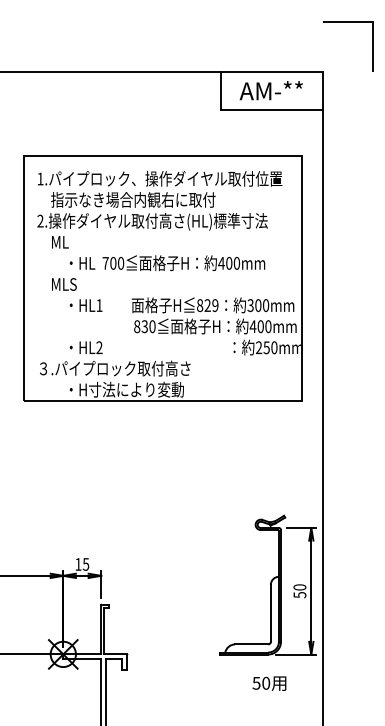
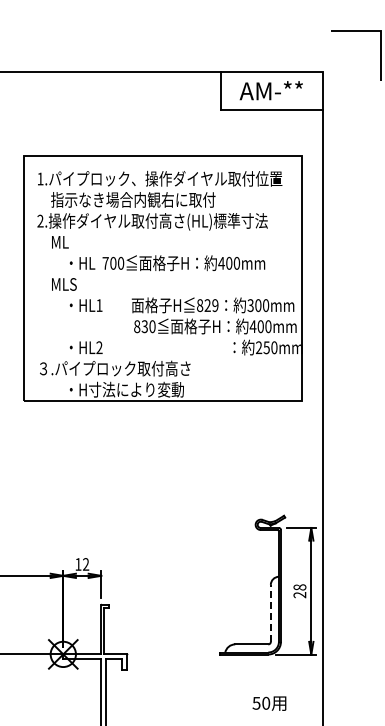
line at (348, 22) position: (348, 22) -> (356, 31)
text at (85, 564): 15 -> 12
text at (299, 591): 50 -> 28
line at (270, 612): solid -> dashed
text at (269, 683) position: (269, 683) -> (269, 703)
